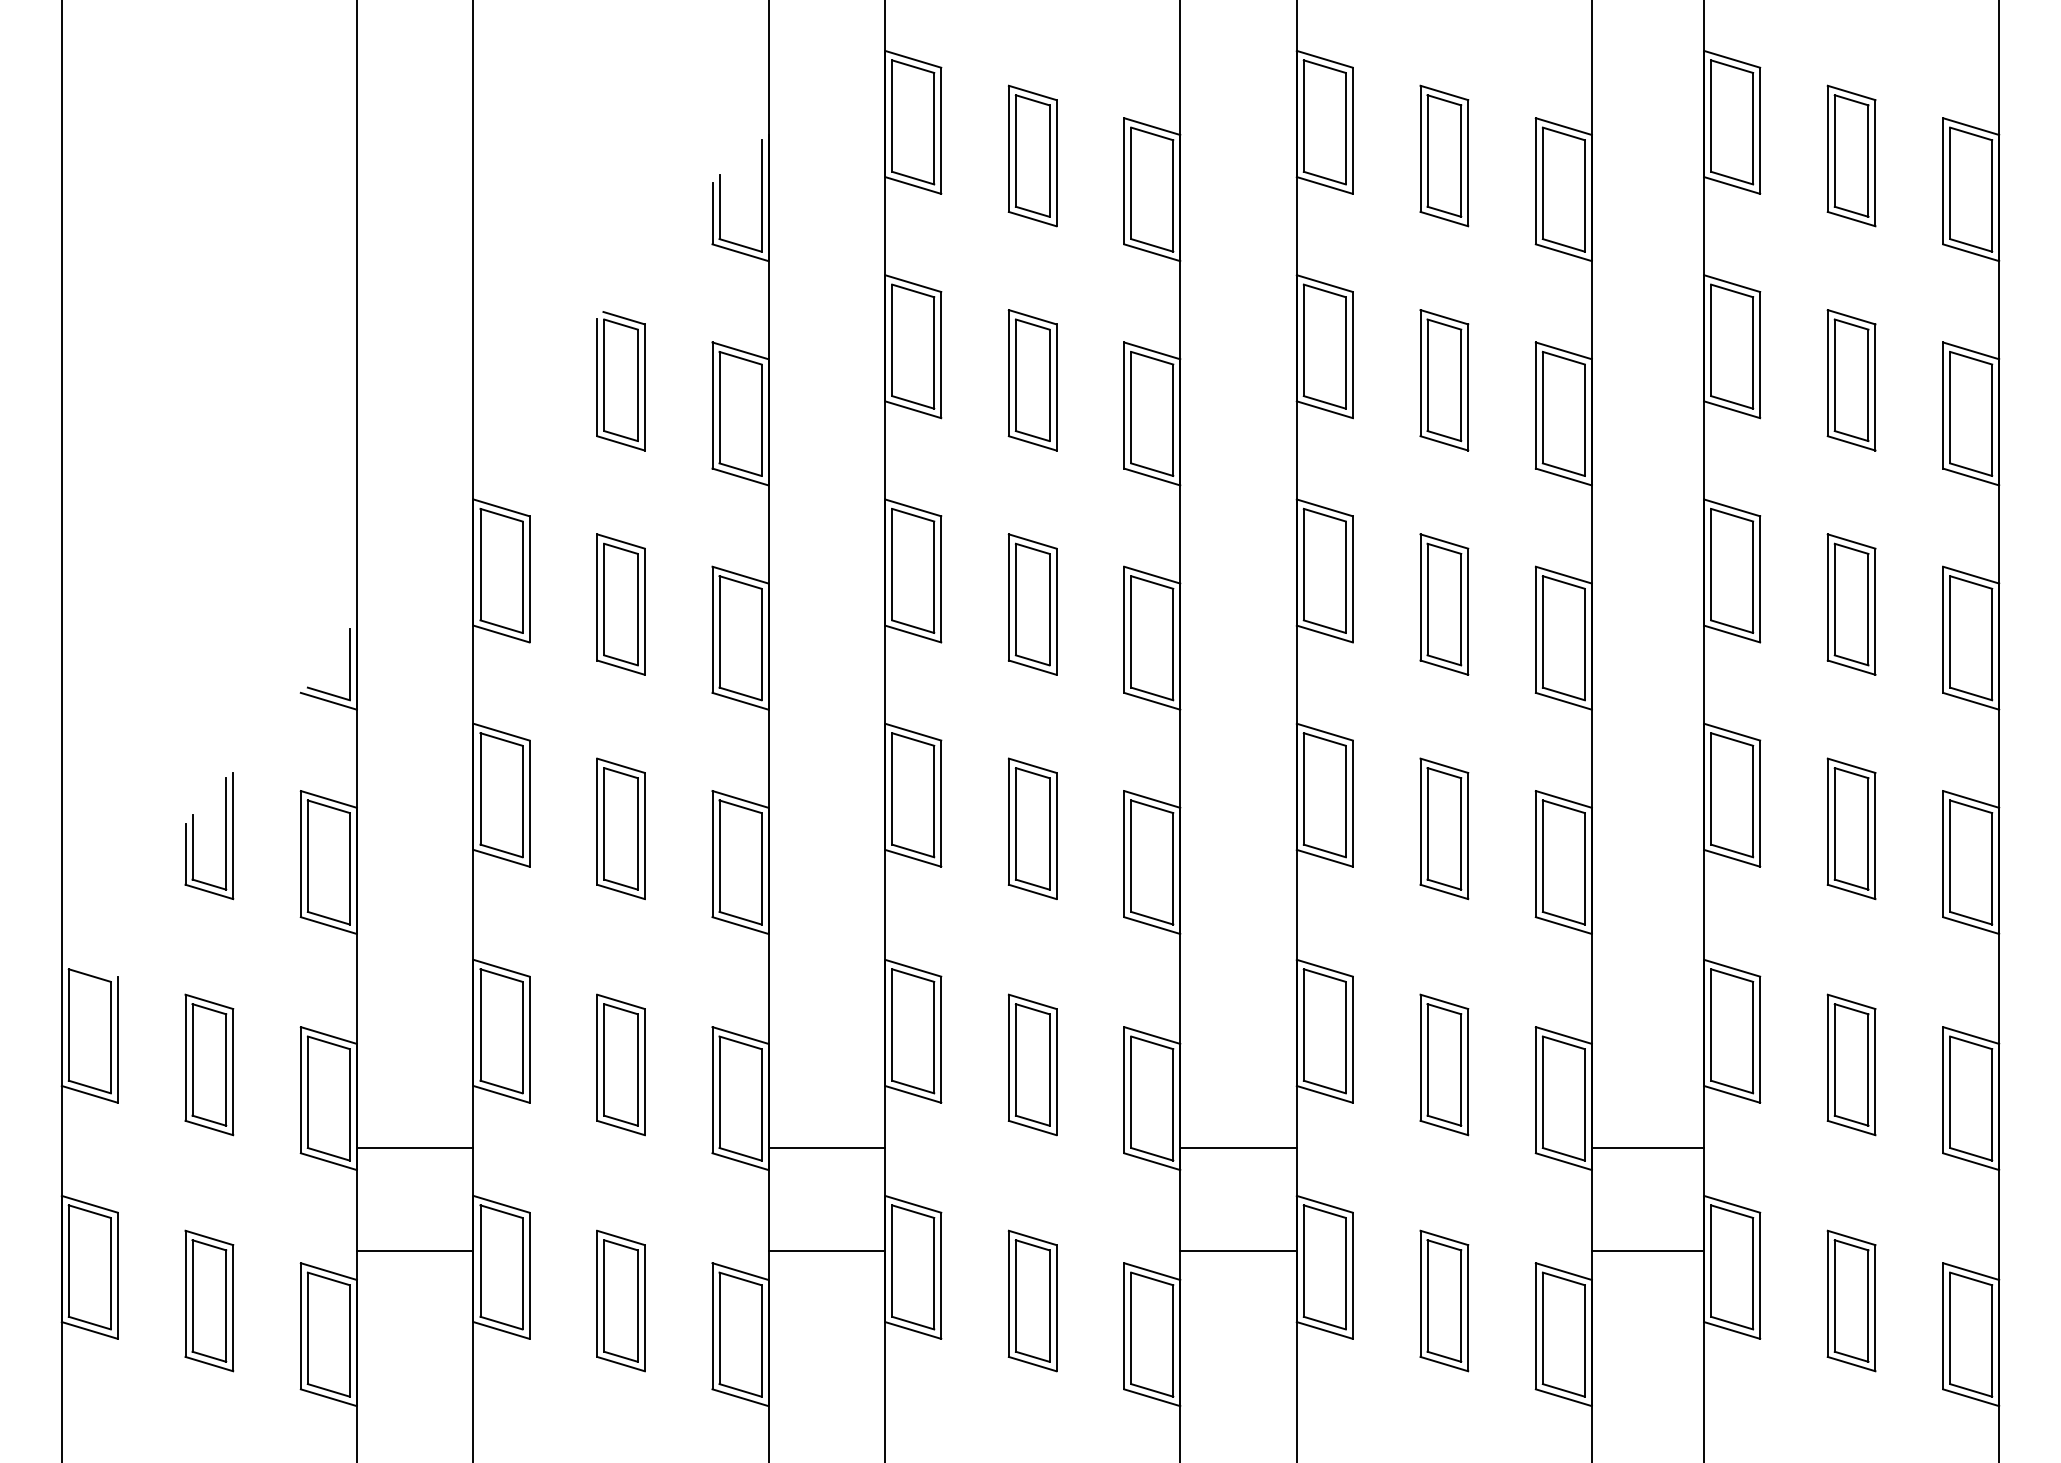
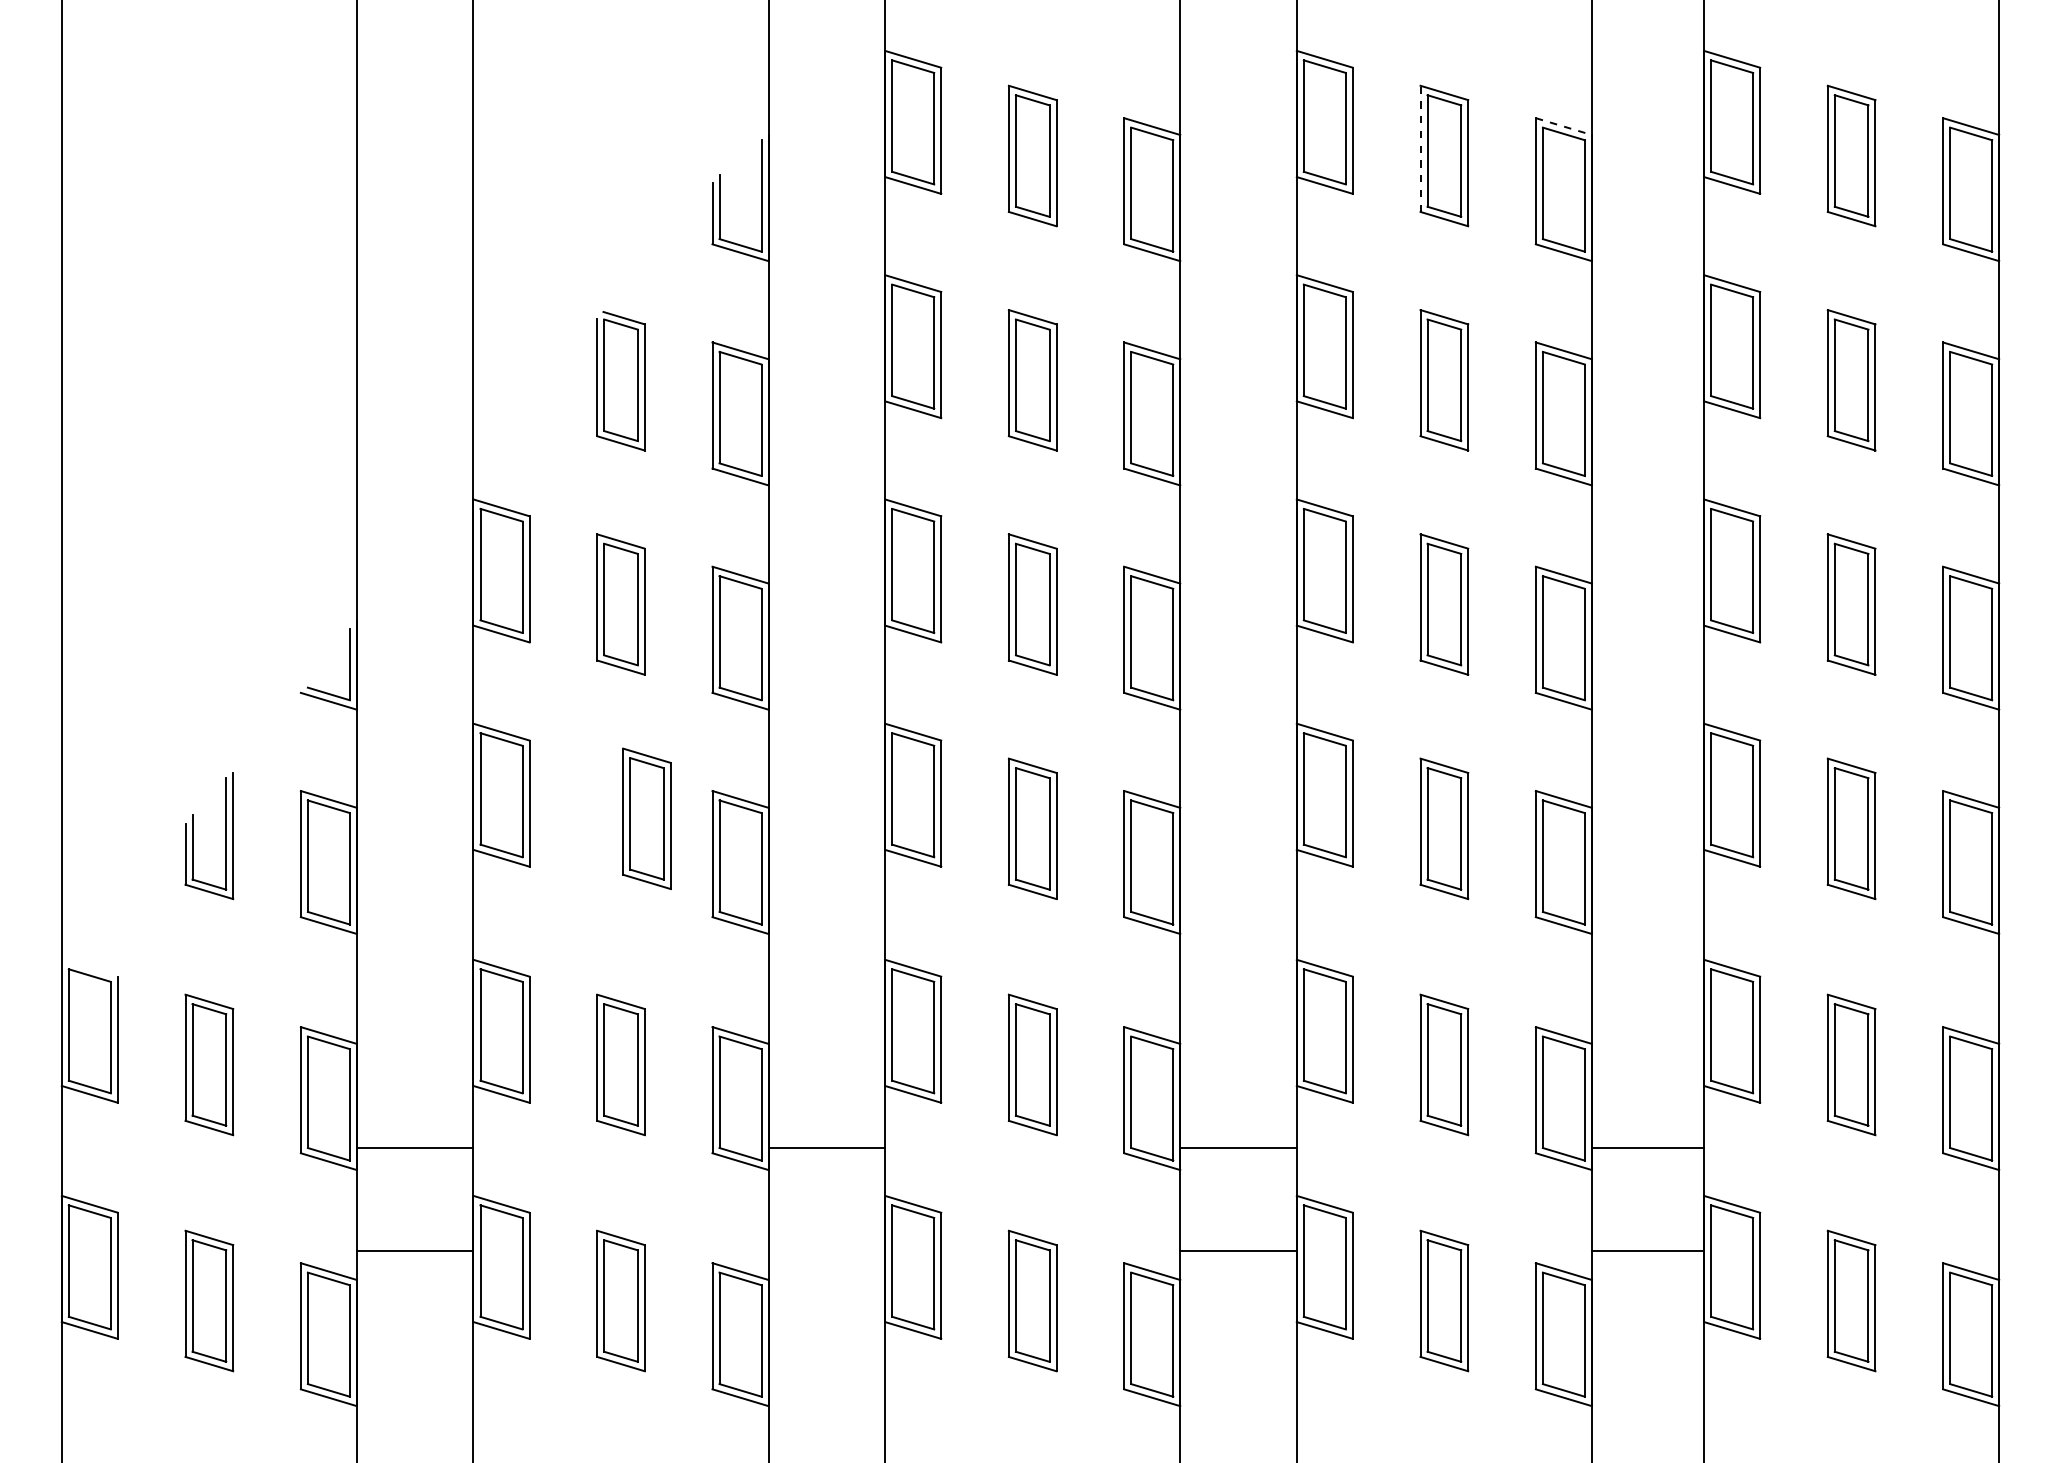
line at (1564, 126): solid -> dashed
line at (1420, 148): solid -> dashed
part at (620, 828) position: (620, 828) -> (646, 818)
line at (826, 1251): present -> none
